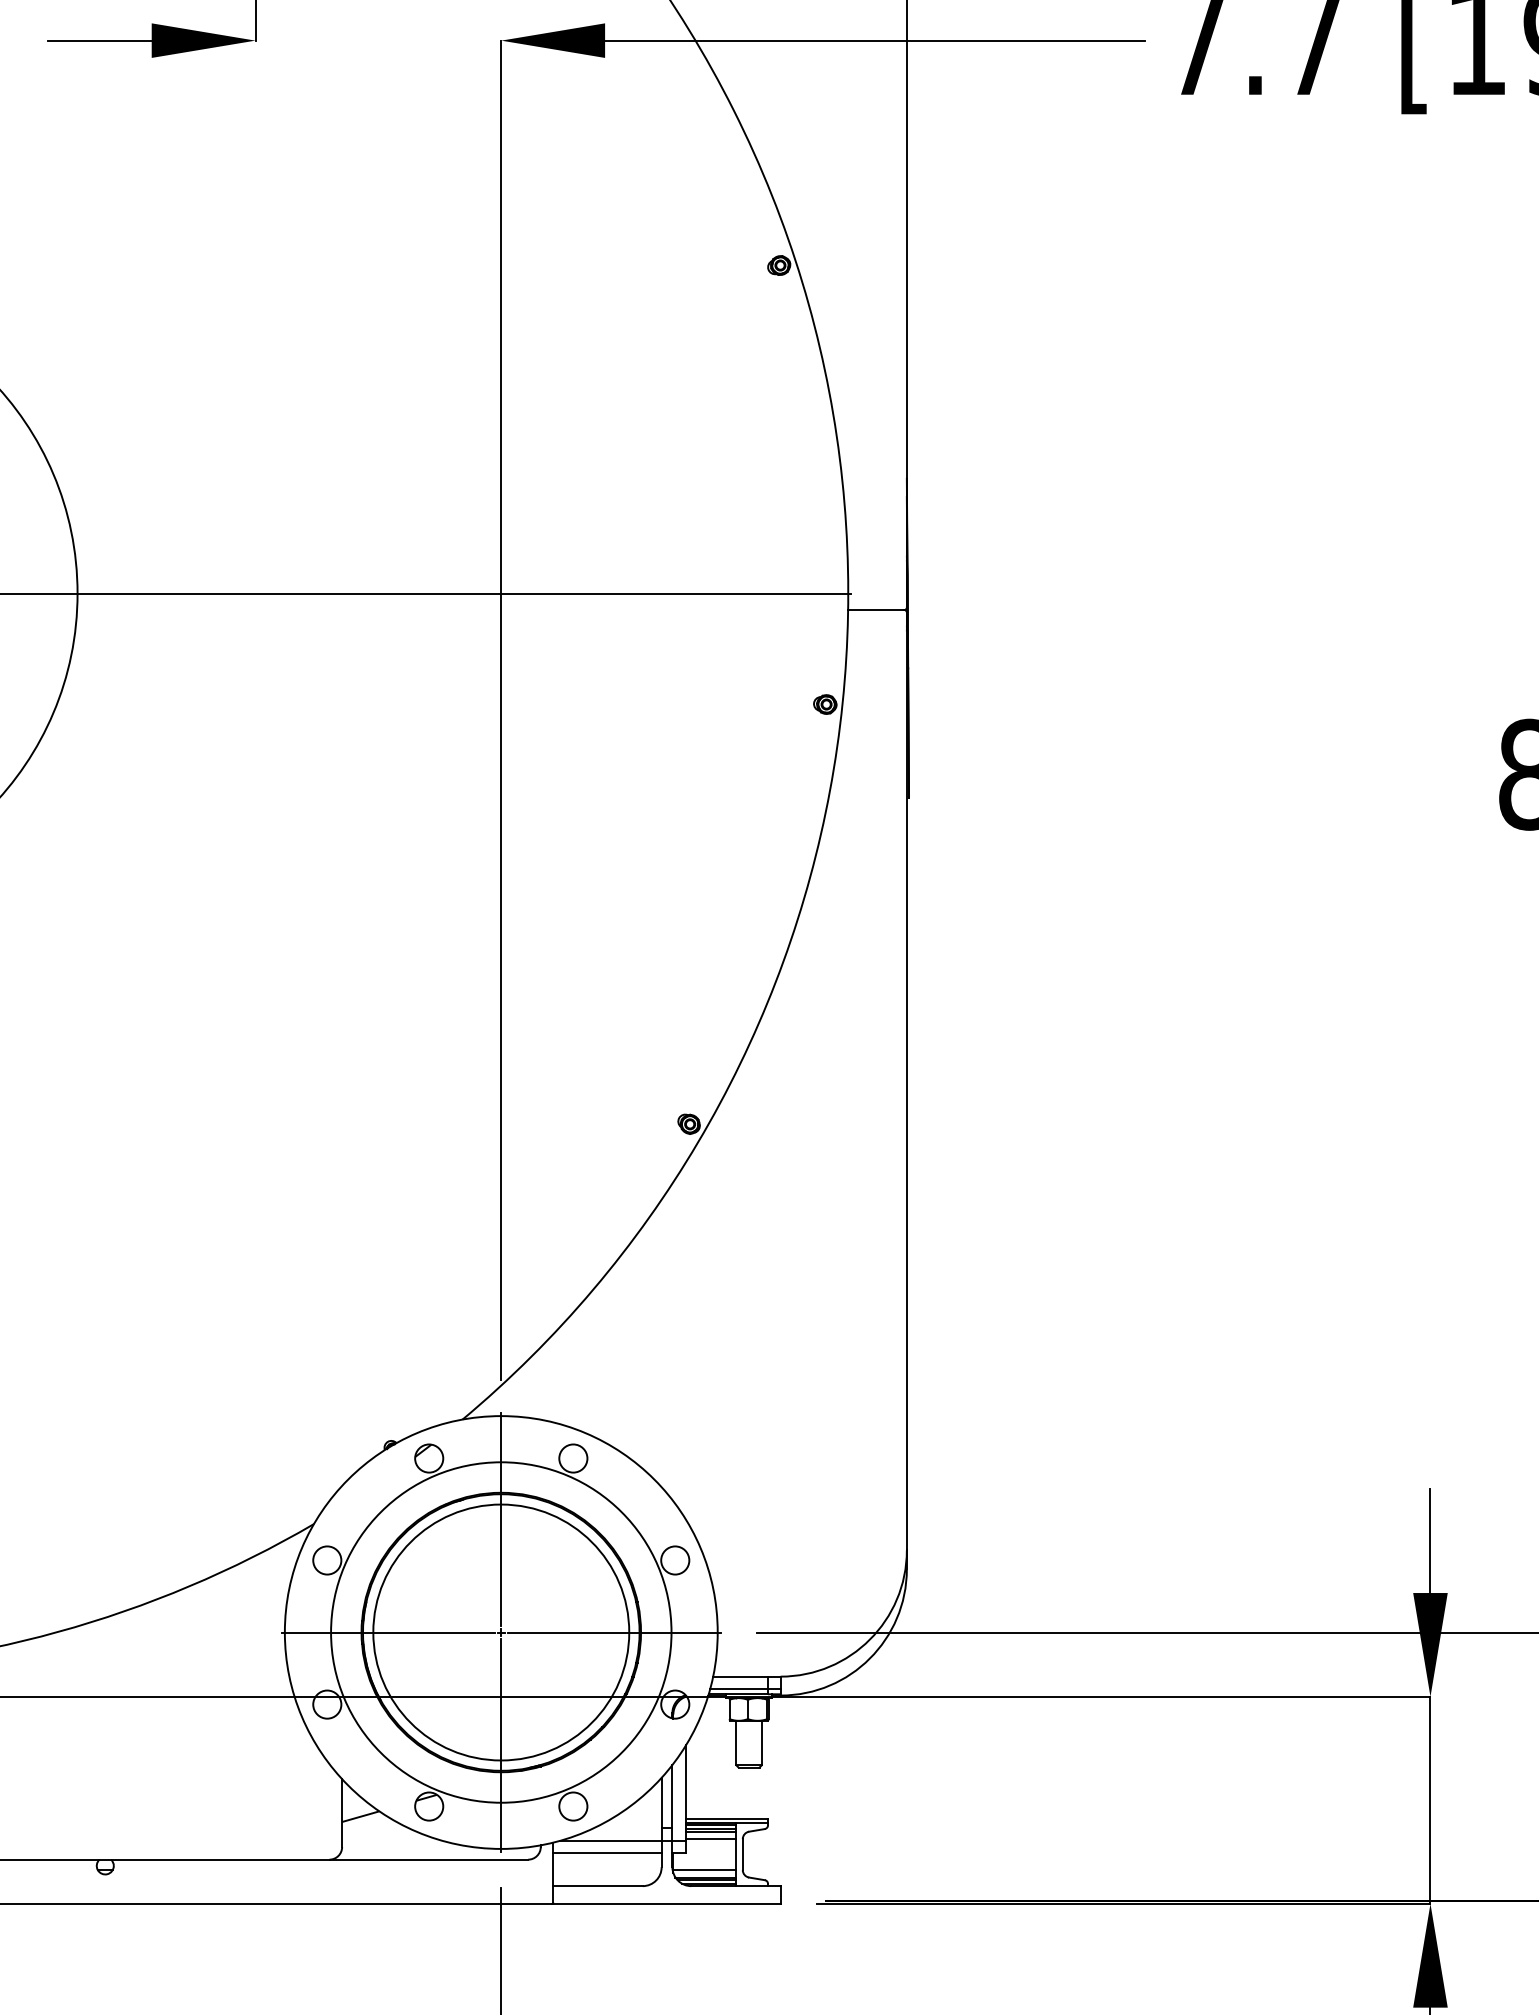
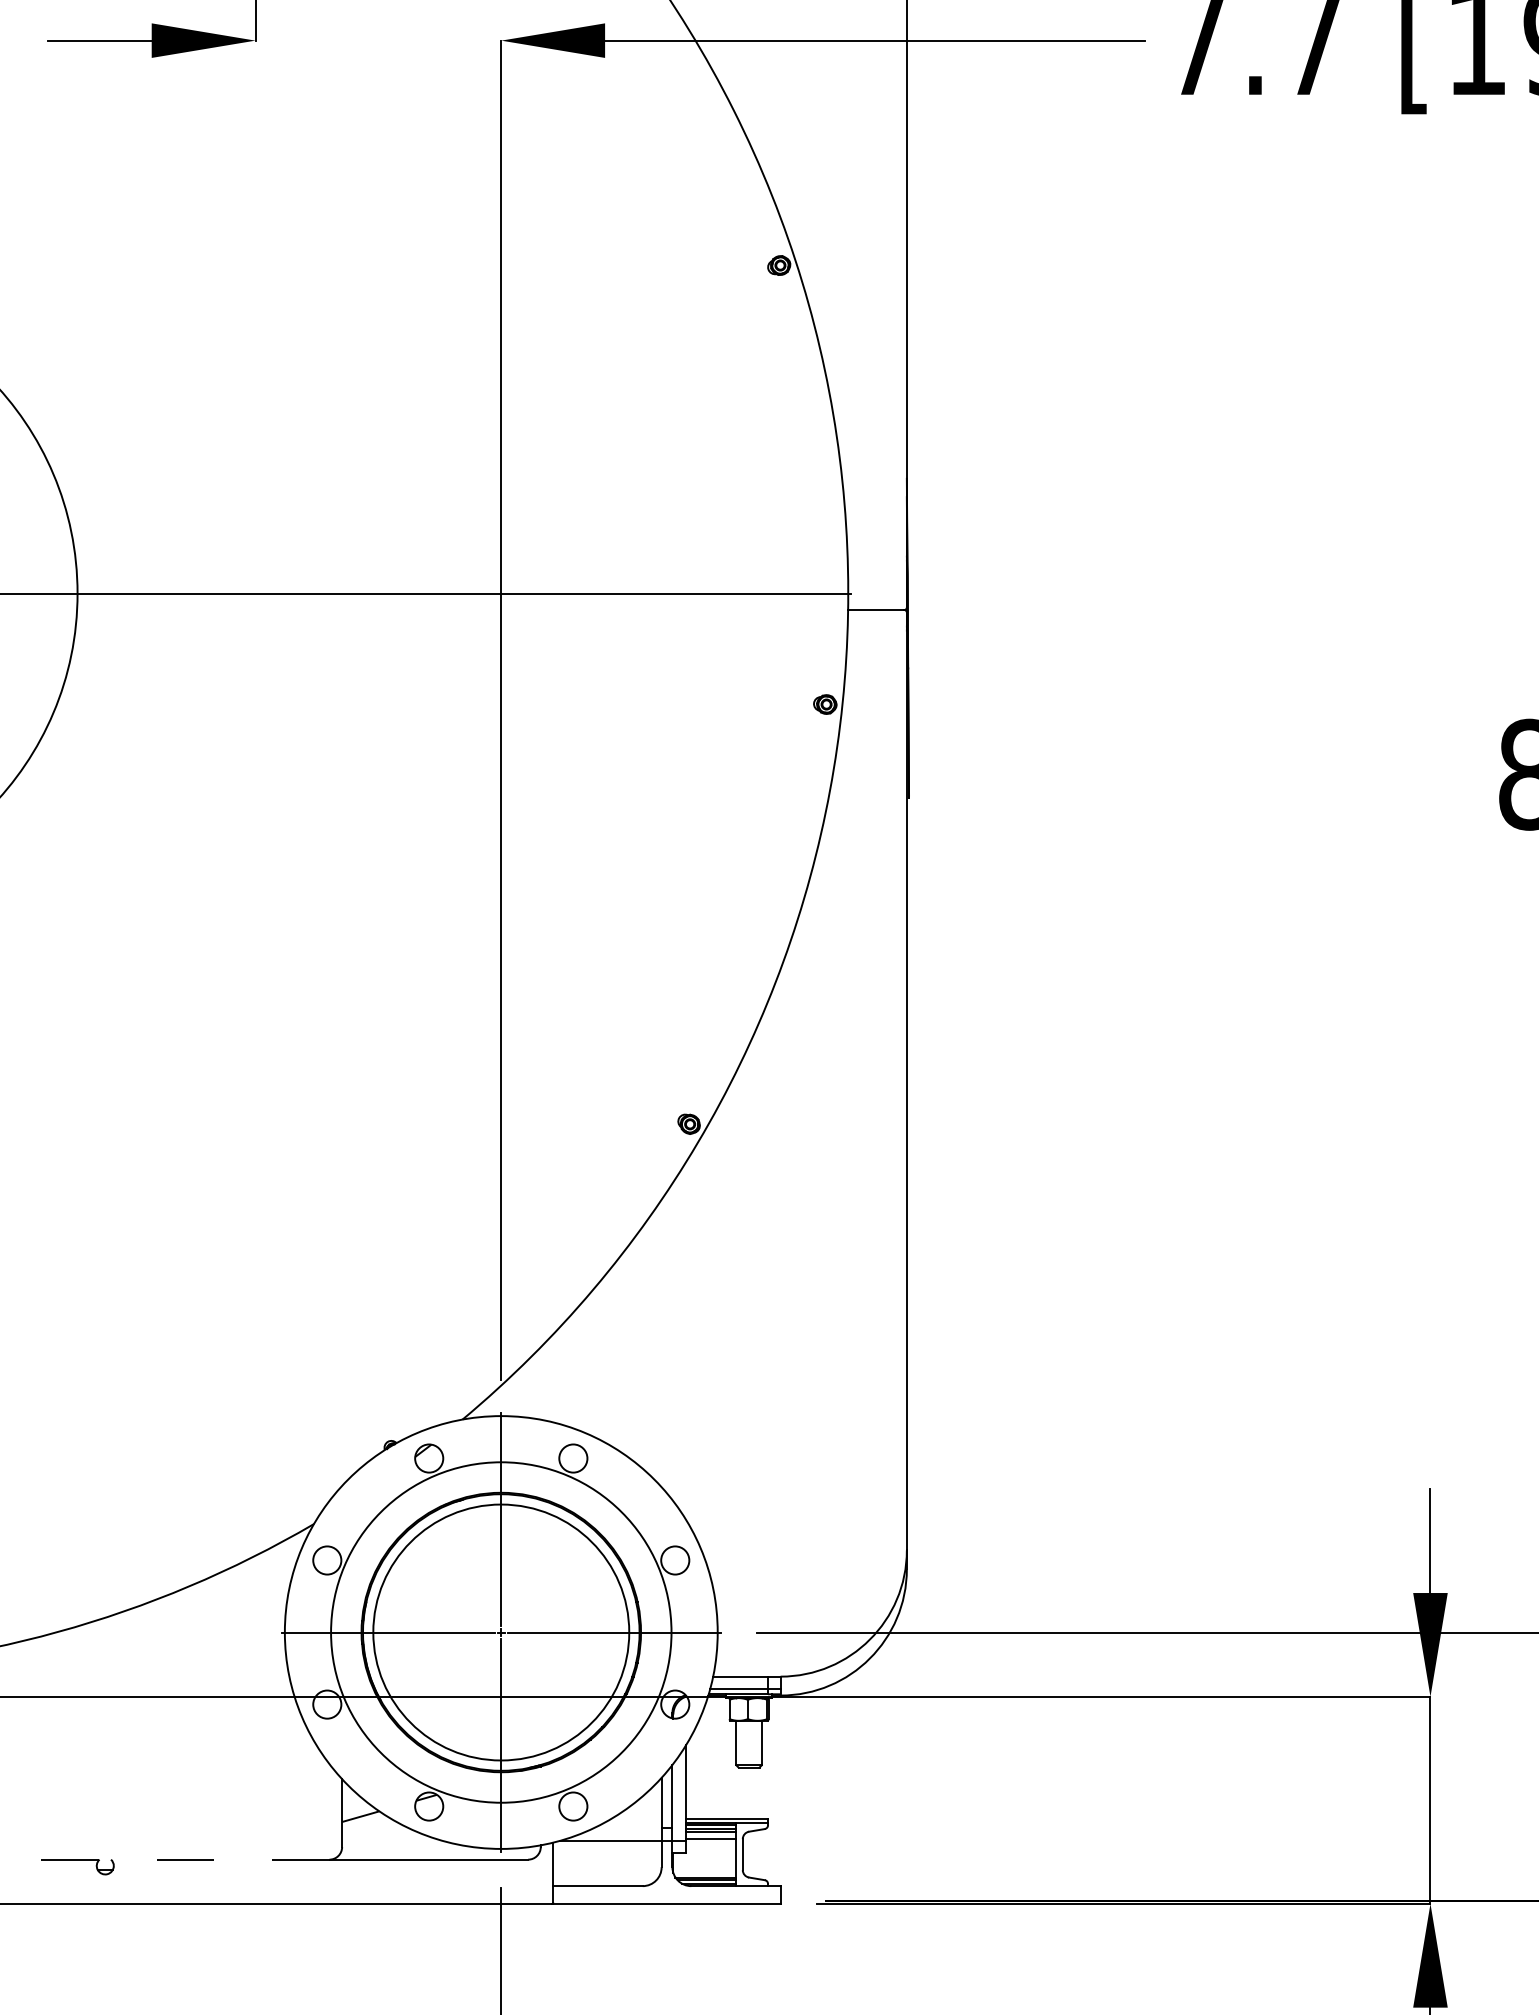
line at (607, 1853): present -> none
line at (164, 1859): solid -> dashed
line at (704, 1870): present -> none
